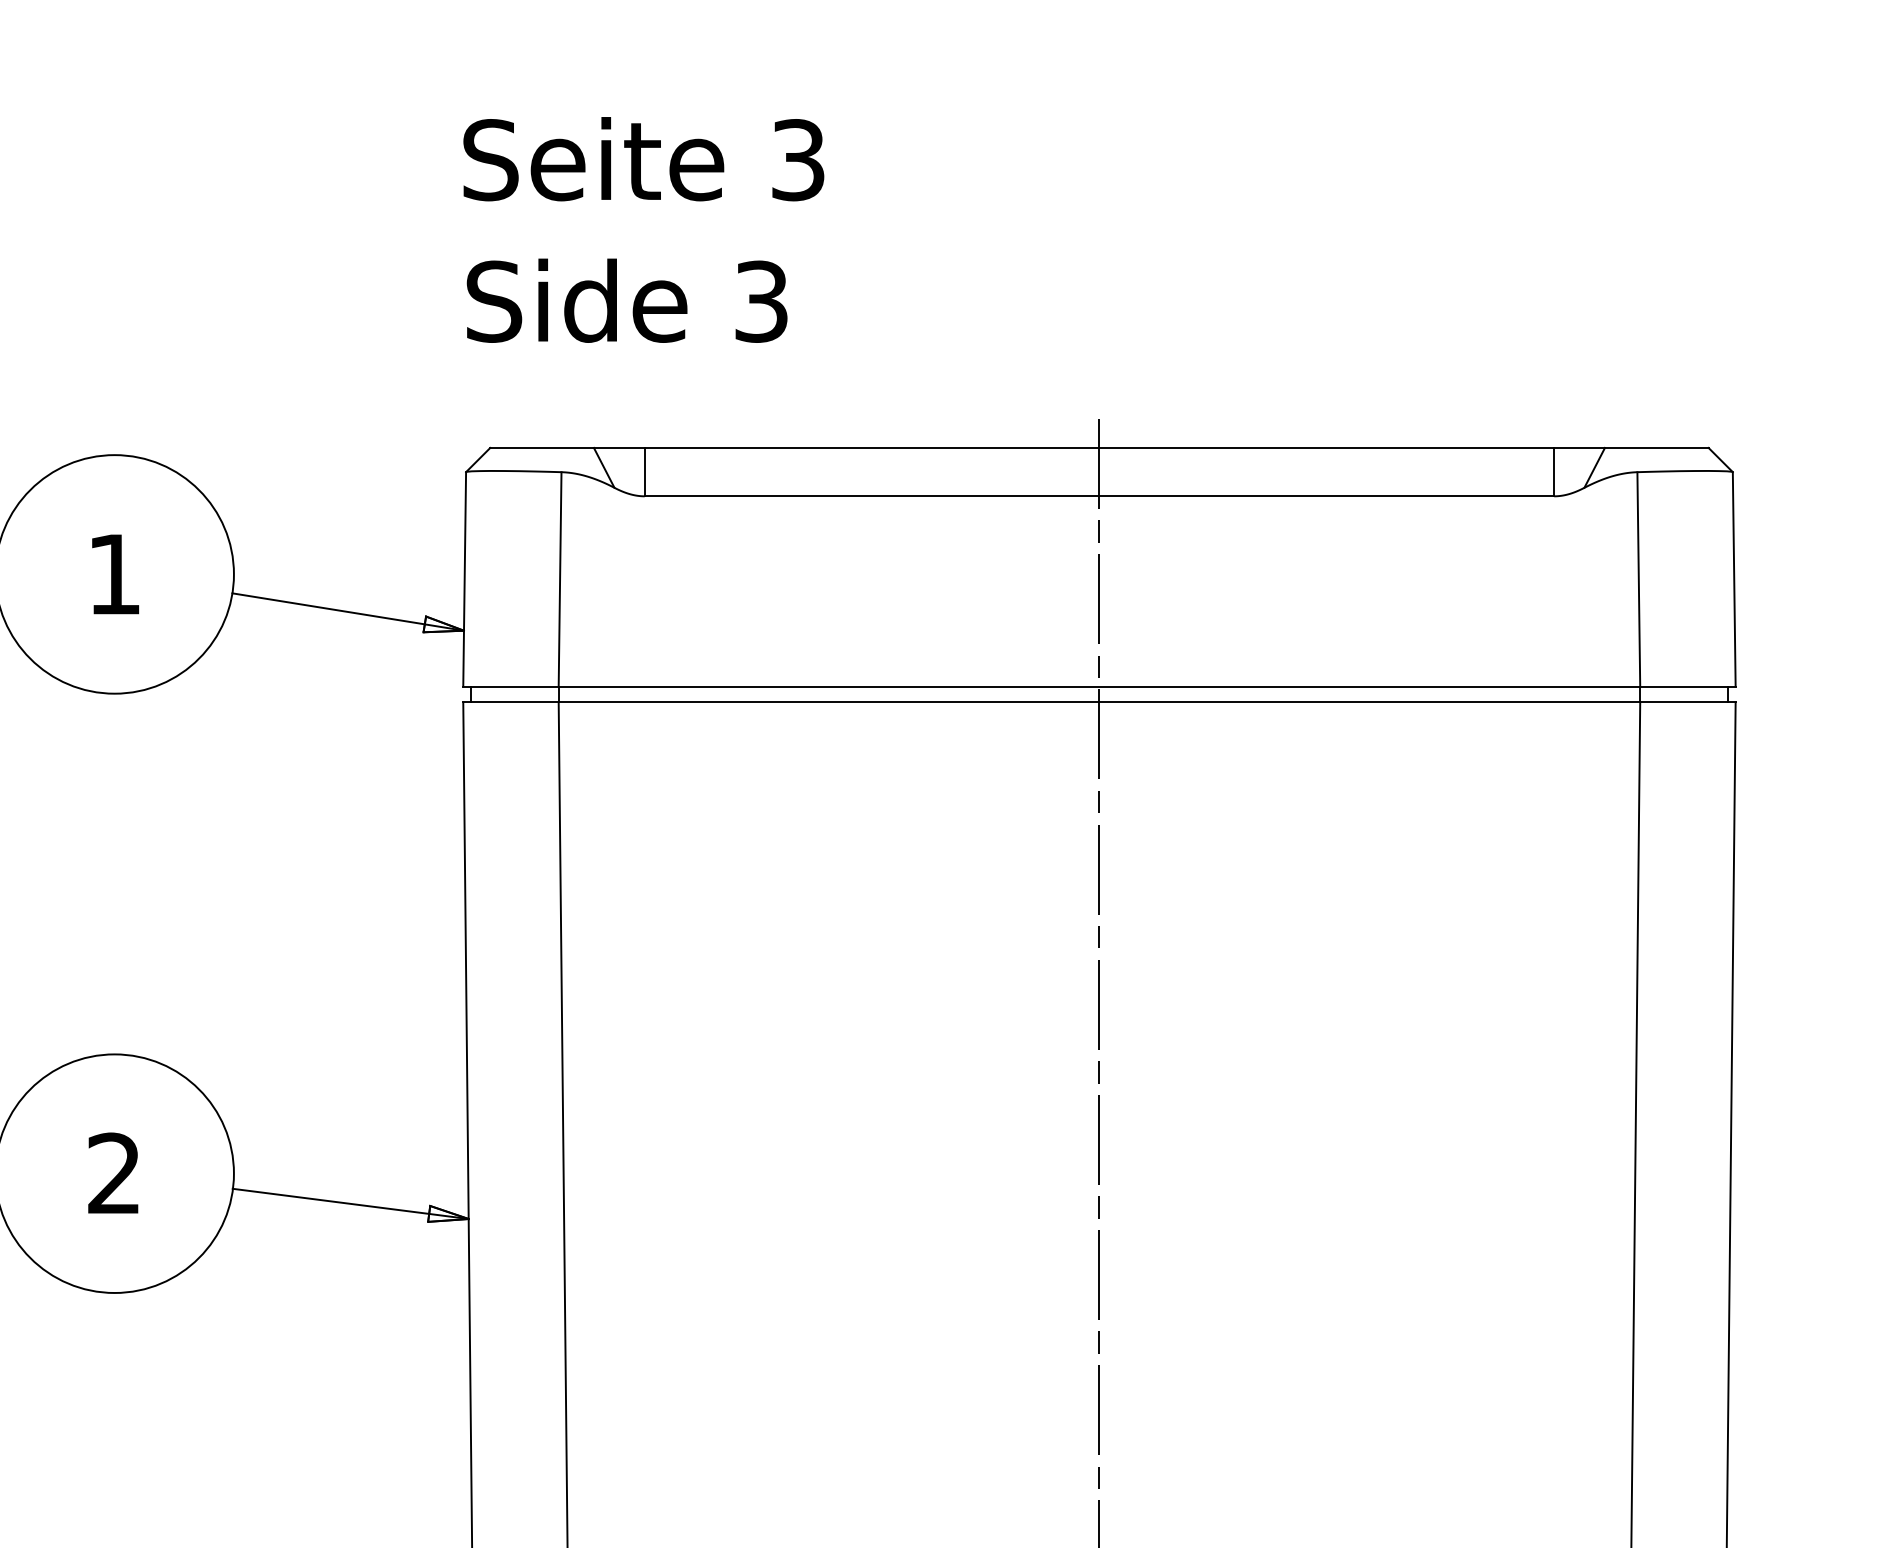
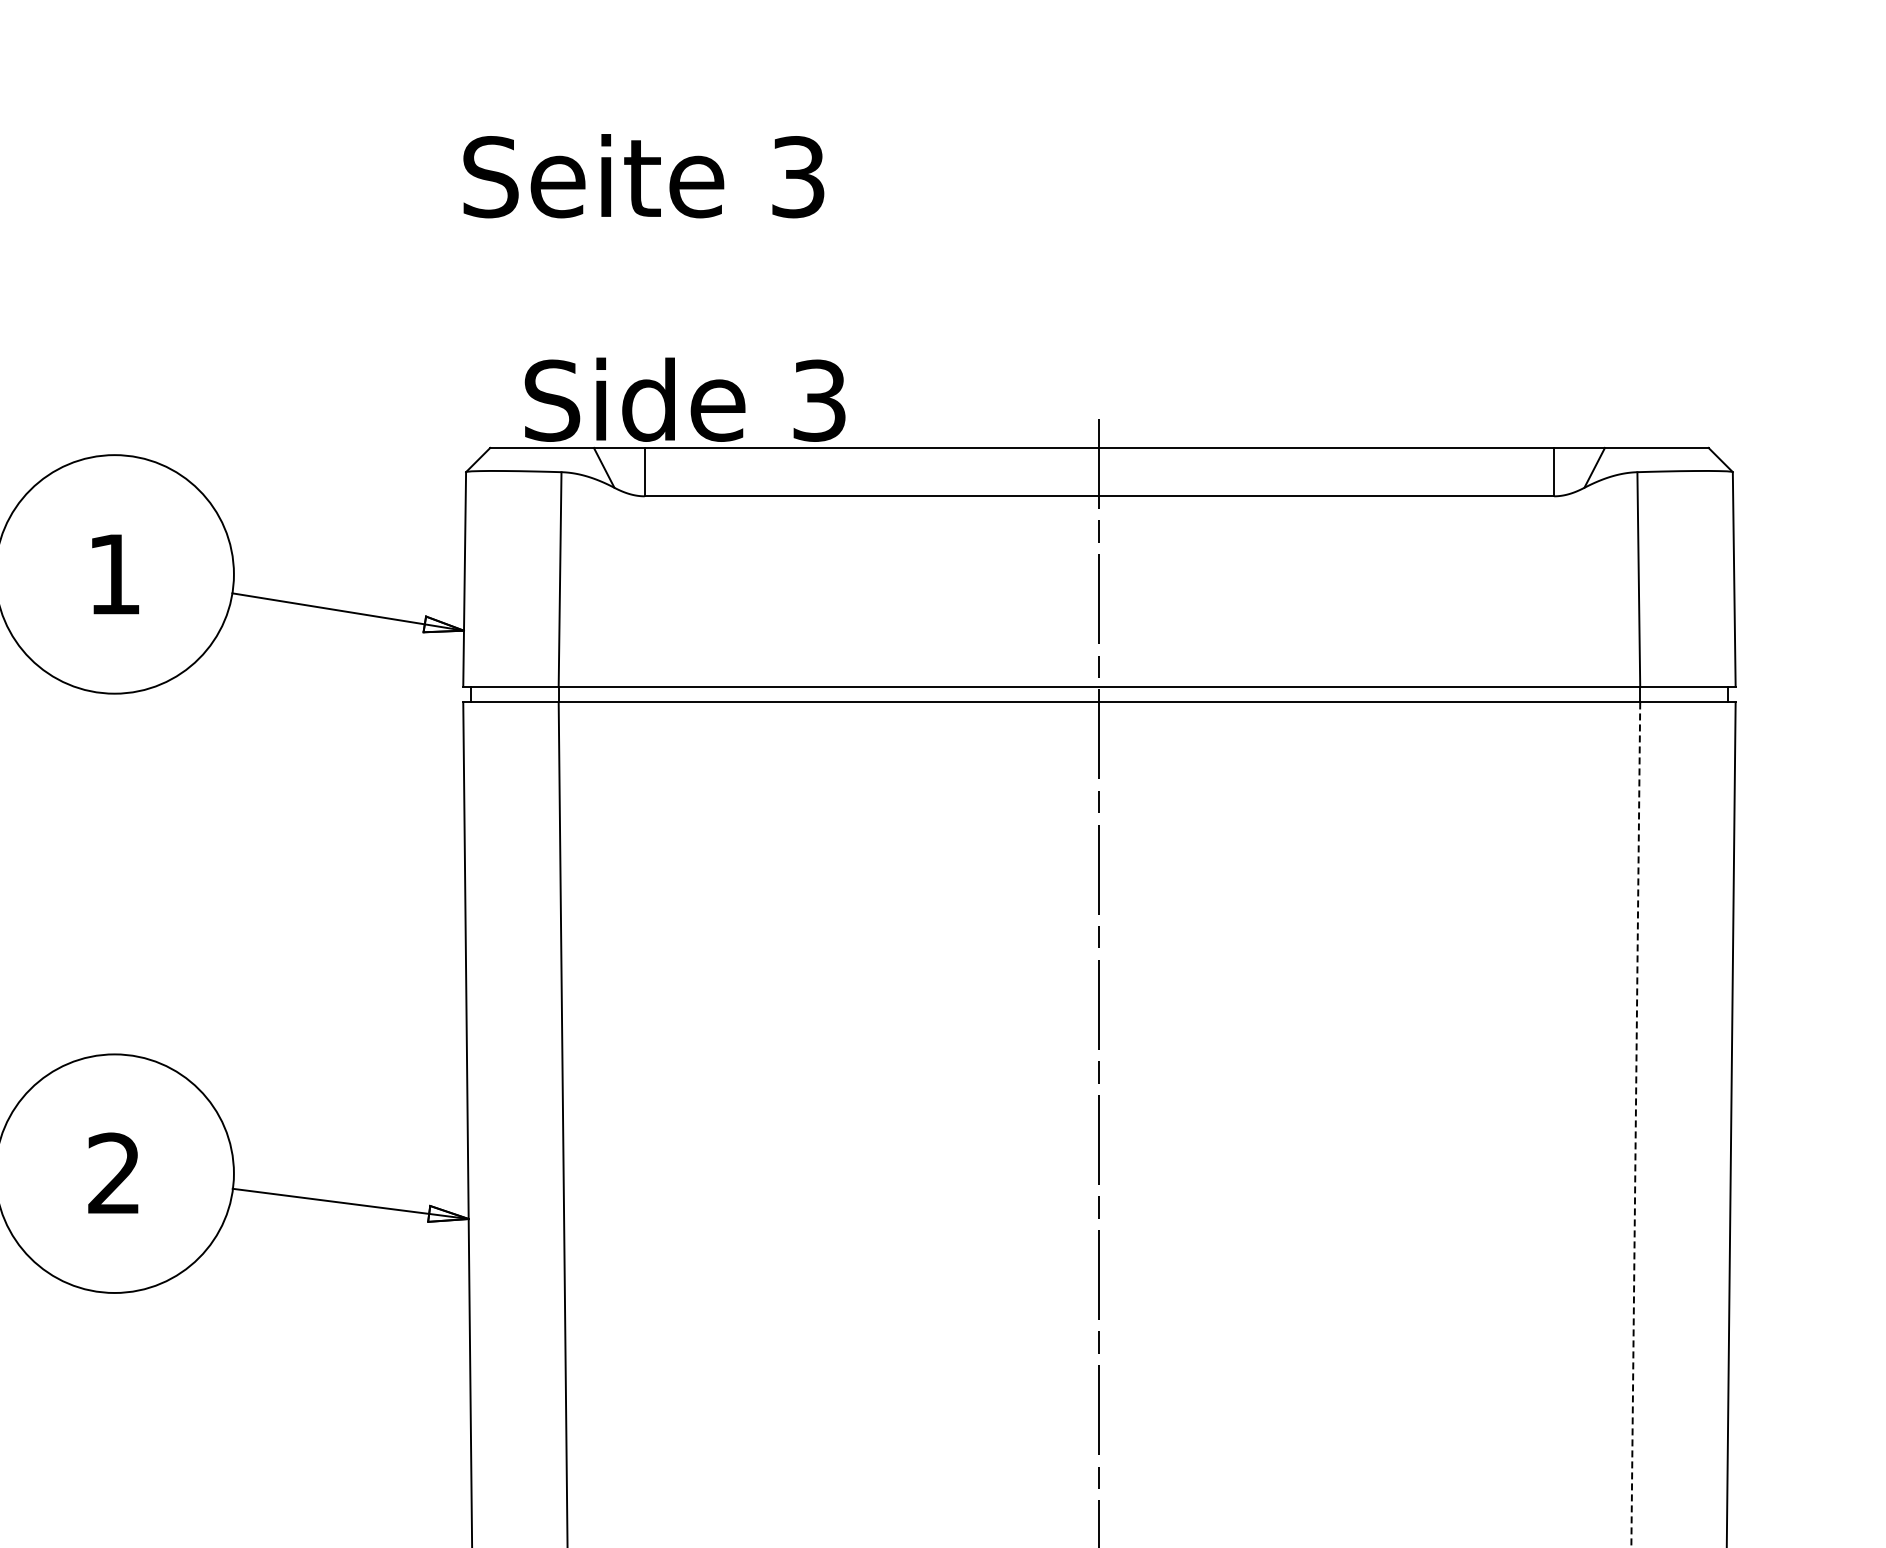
text at (643, 159) position: (643, 159) -> (643, 176)
text at (626, 300) position: (626, 300) -> (684, 399)
line at (1635, 1125): solid -> dashed
